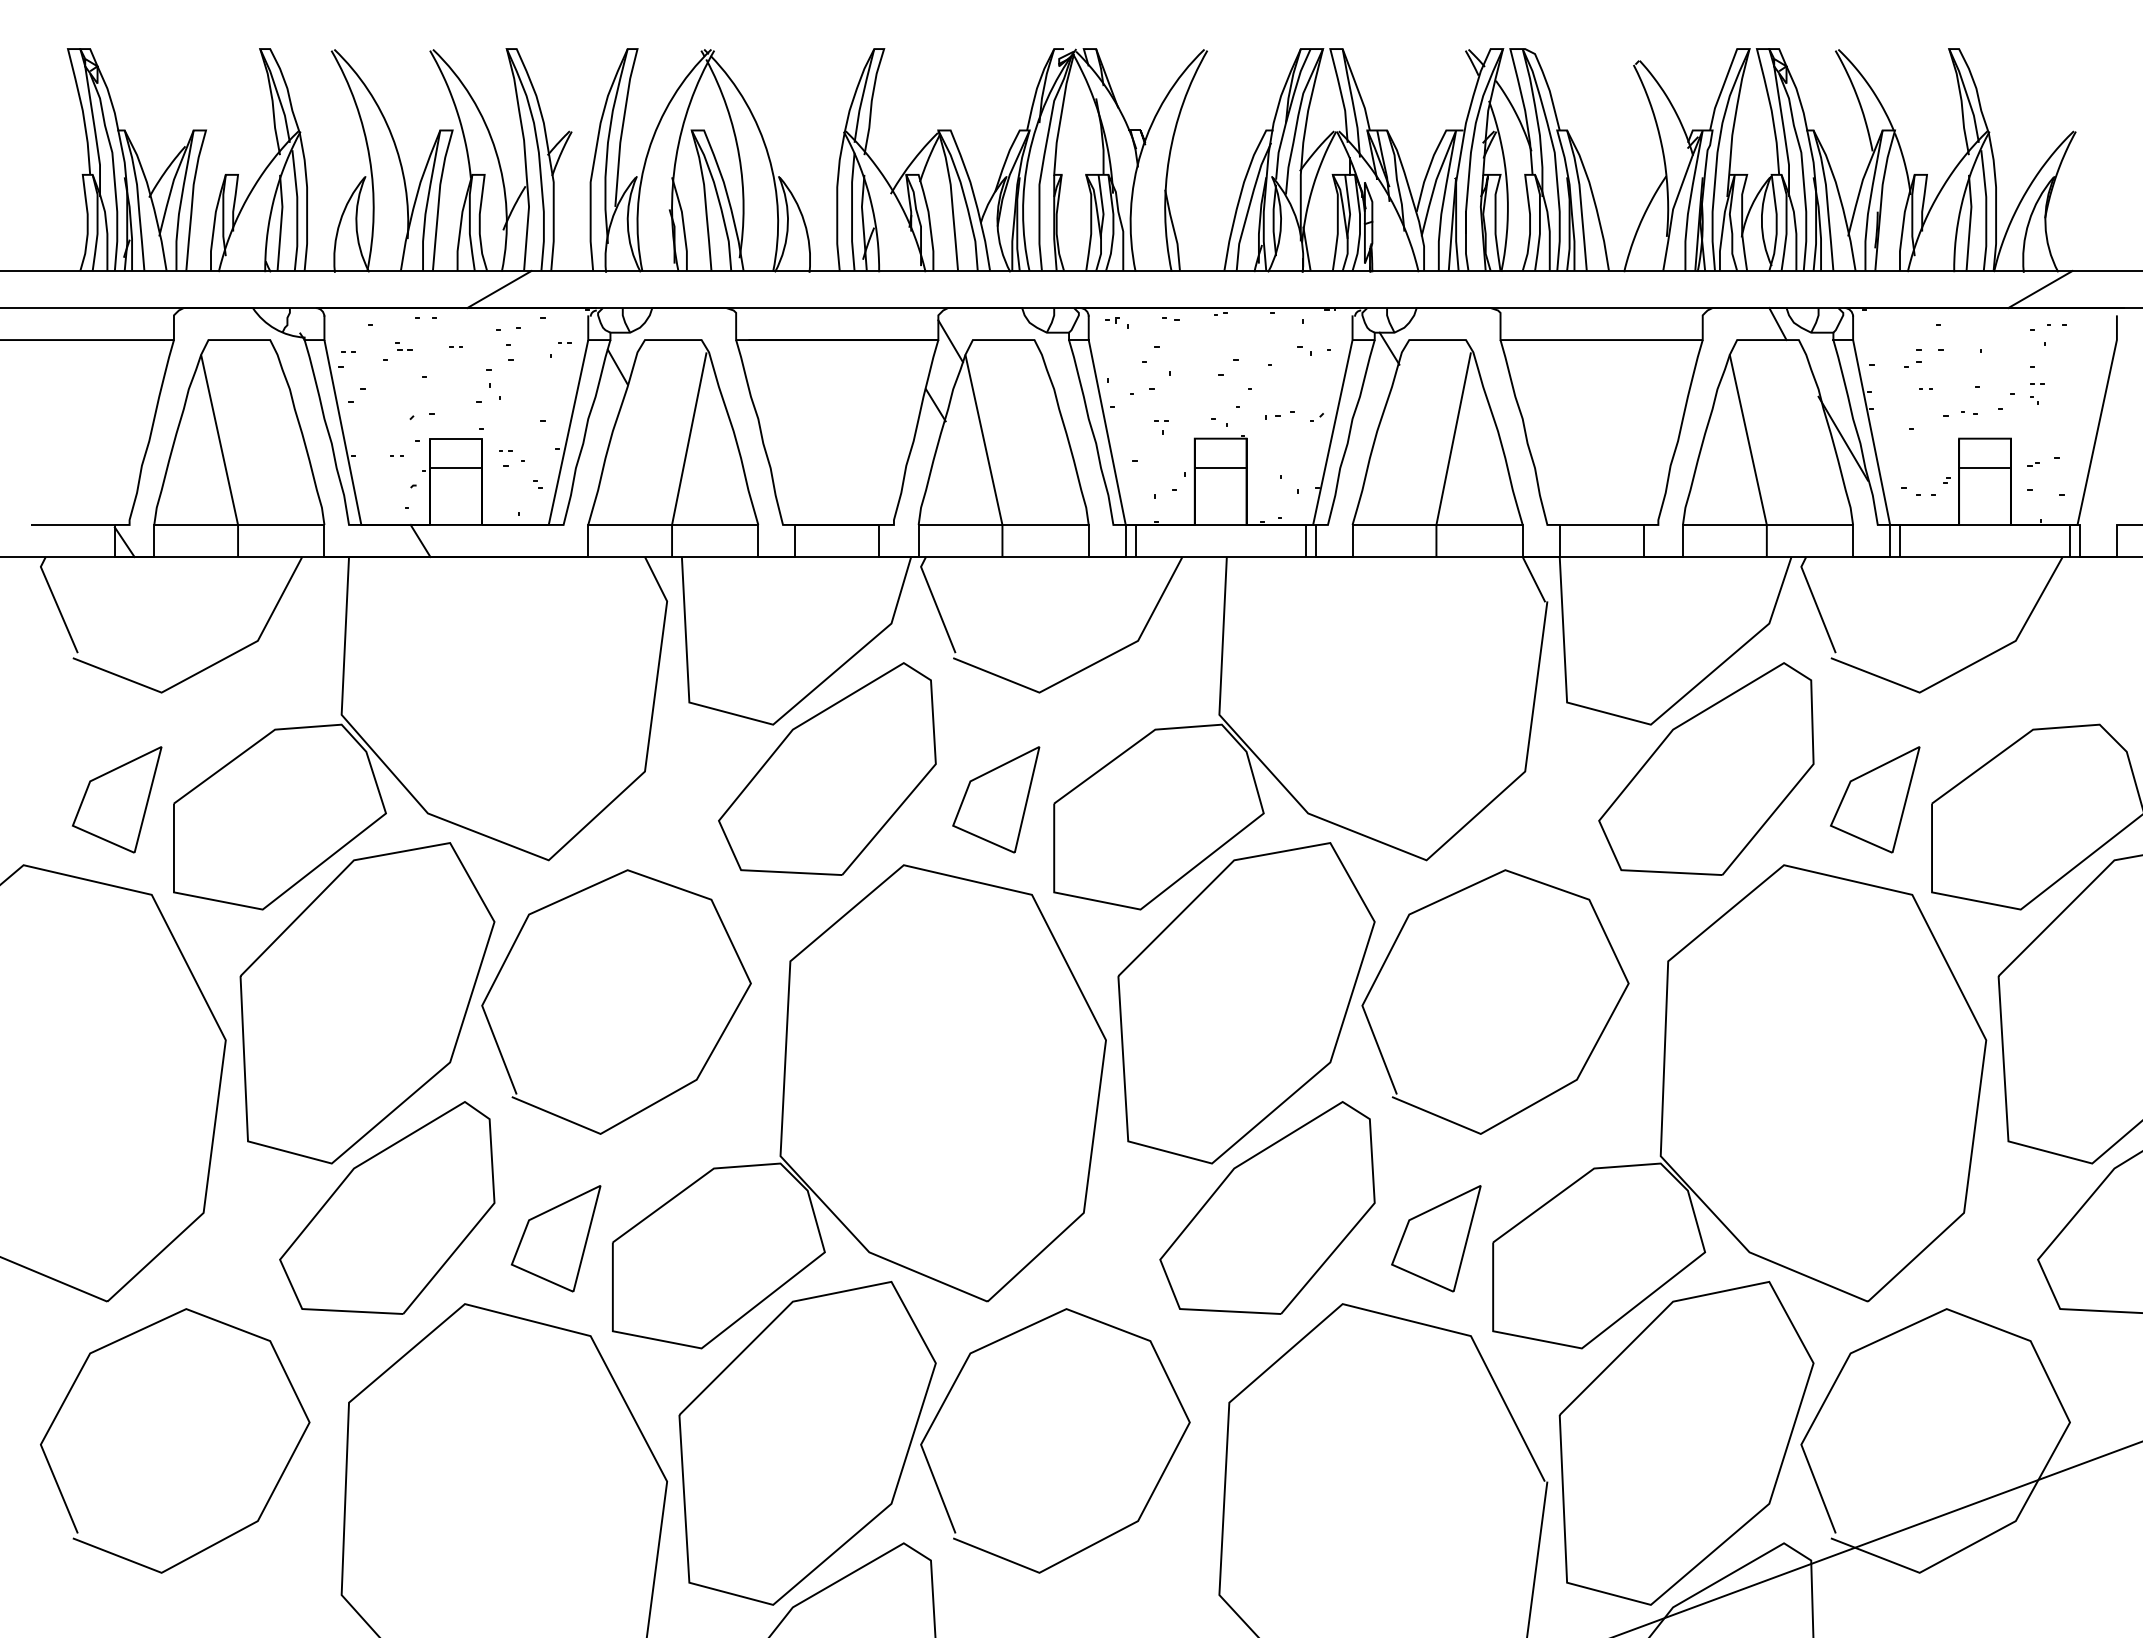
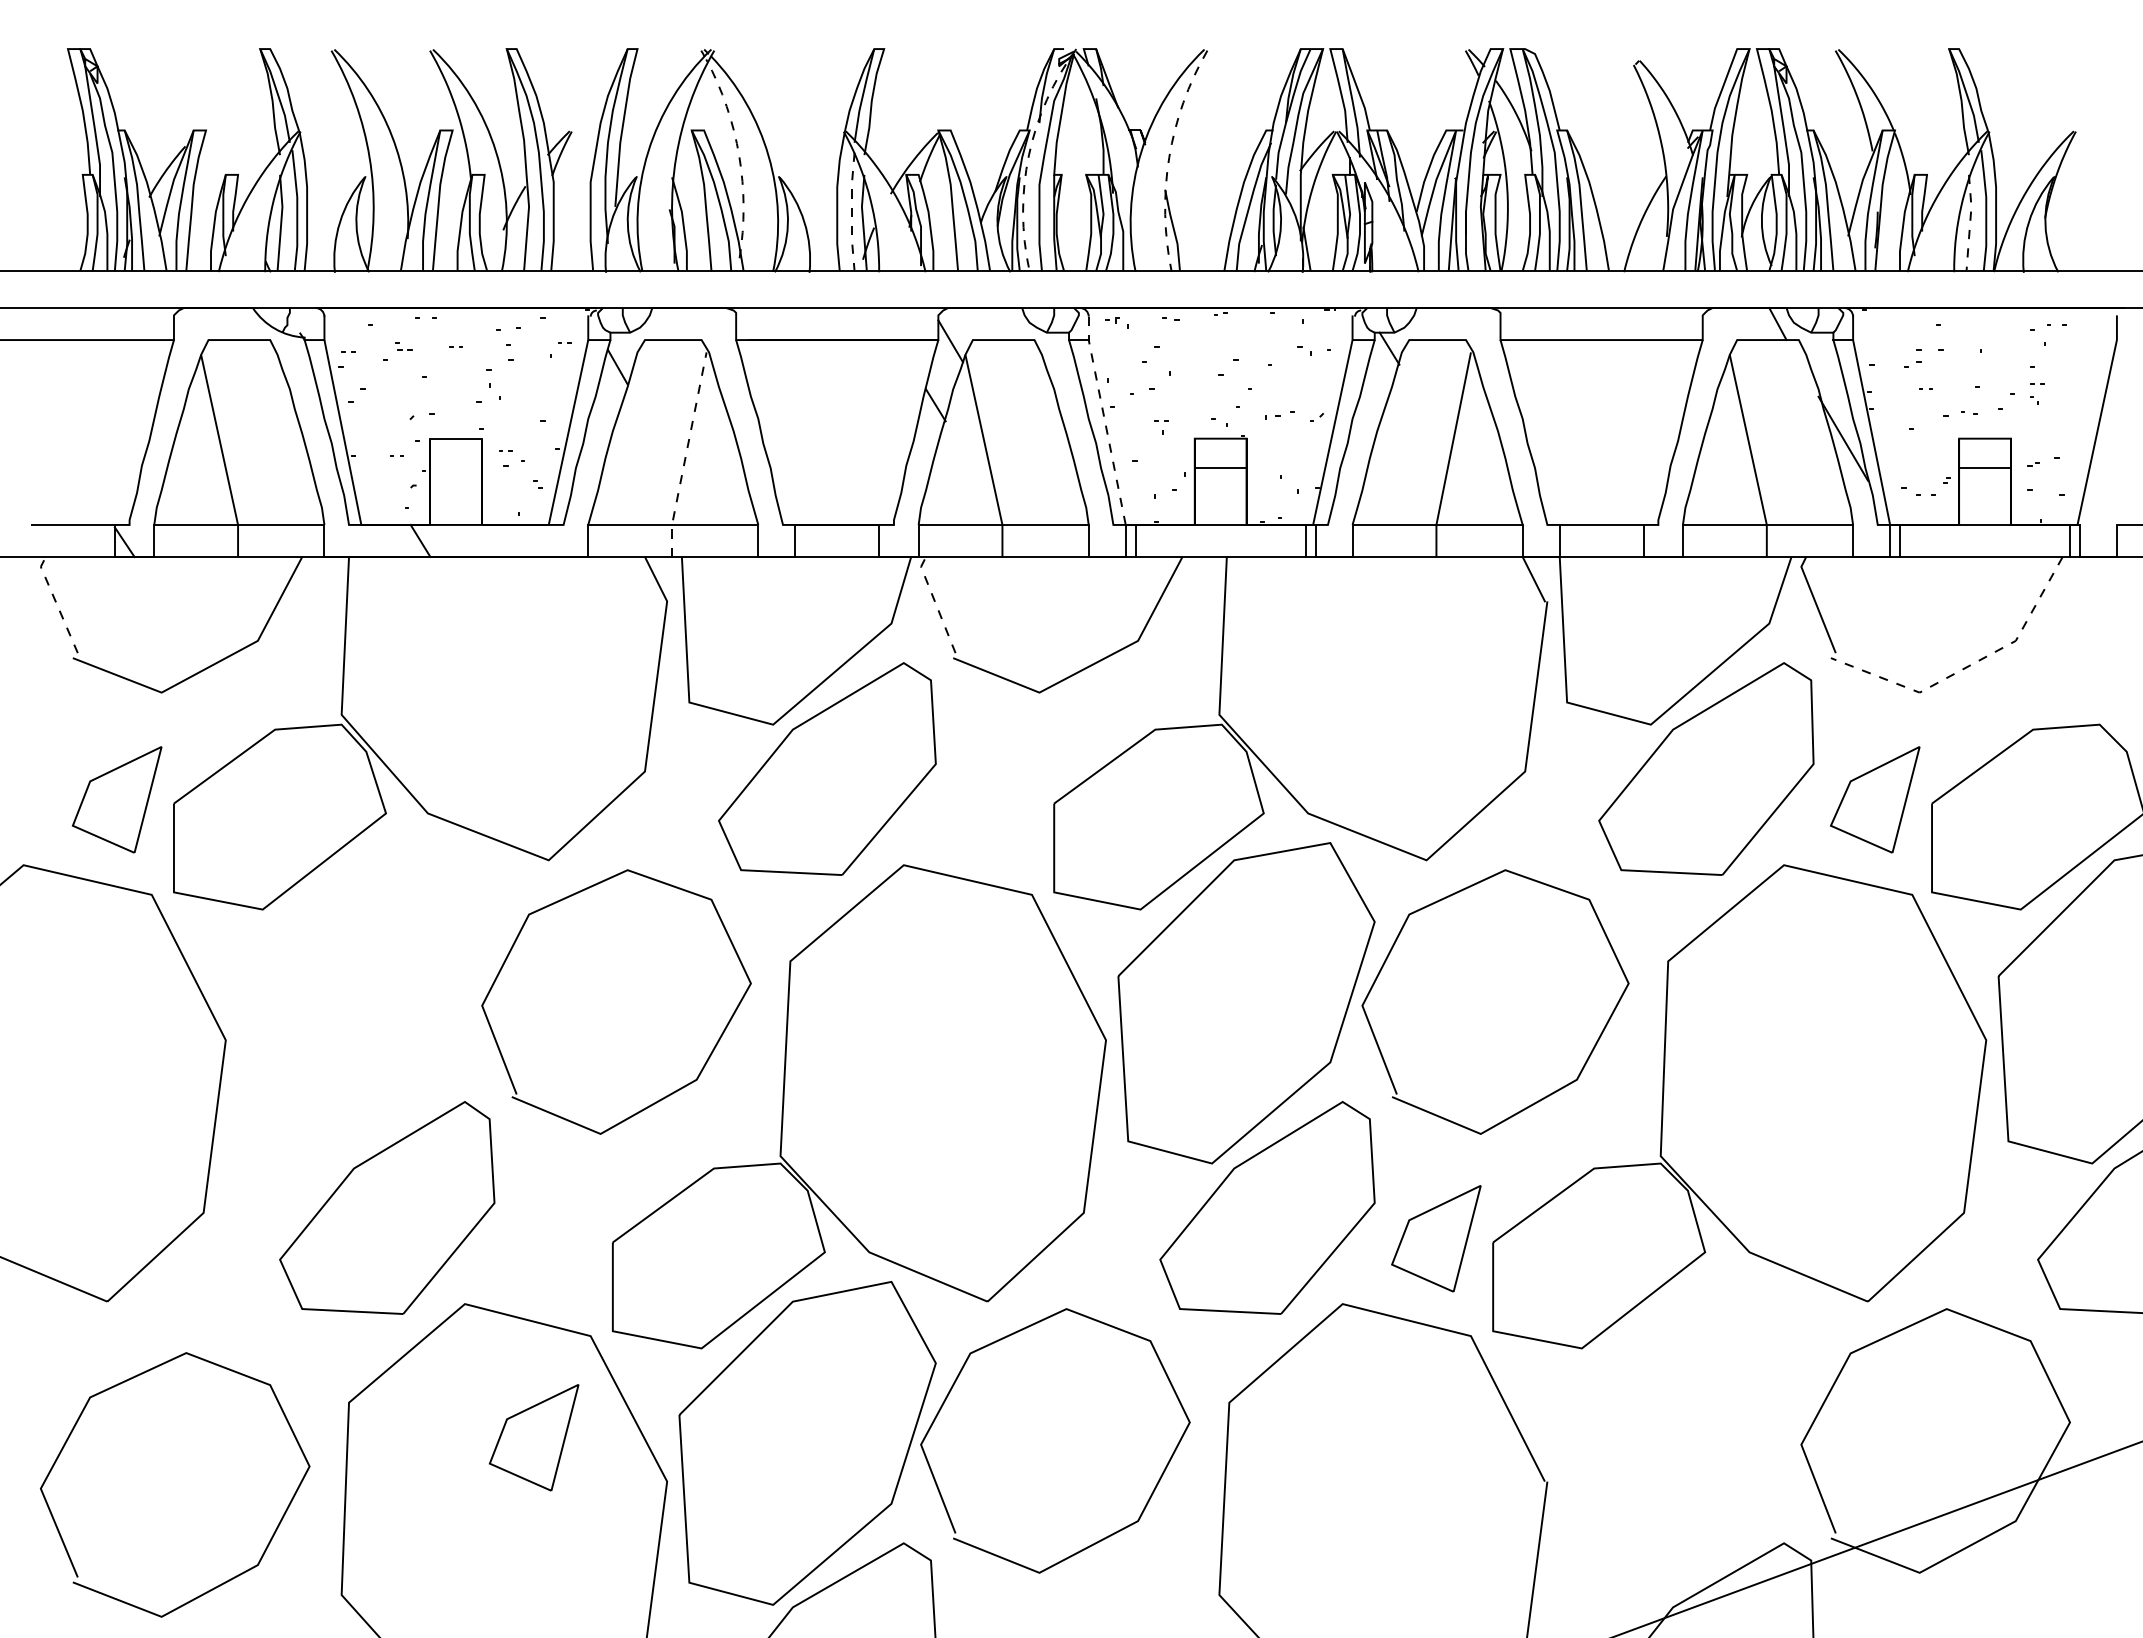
arc at (1029, 154): solid -> dashed
arc at (739, 156): solid -> dashed
arc at (1169, 157): solid -> dashed
line at (852, 211): solid -> dashed
line at (1970, 223): solid -> dashed
line at (499, 289): present -> none
line at (2040, 289): present -> none
line at (1104, 419): solid -> dashed
line at (685, 455): solid -> dashed
line at (456, 468): present -> none
line at (56, 603): solid -> dashed
line at (935, 603): solid -> dashed
line at (1967, 666): solid -> dashed
part at (996, 799): present -> none
part at (367, 1003): present -> none
part at (555, 1238) position: (555, 1238) -> (533, 1437)
part at (1686, 1443): present -> none
curve at (226, 1536) position: (226, 1536) -> (226, 1580)
